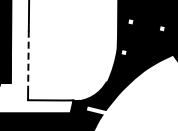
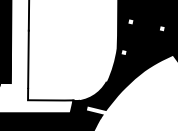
line at (28, 59): dashed -> solid
